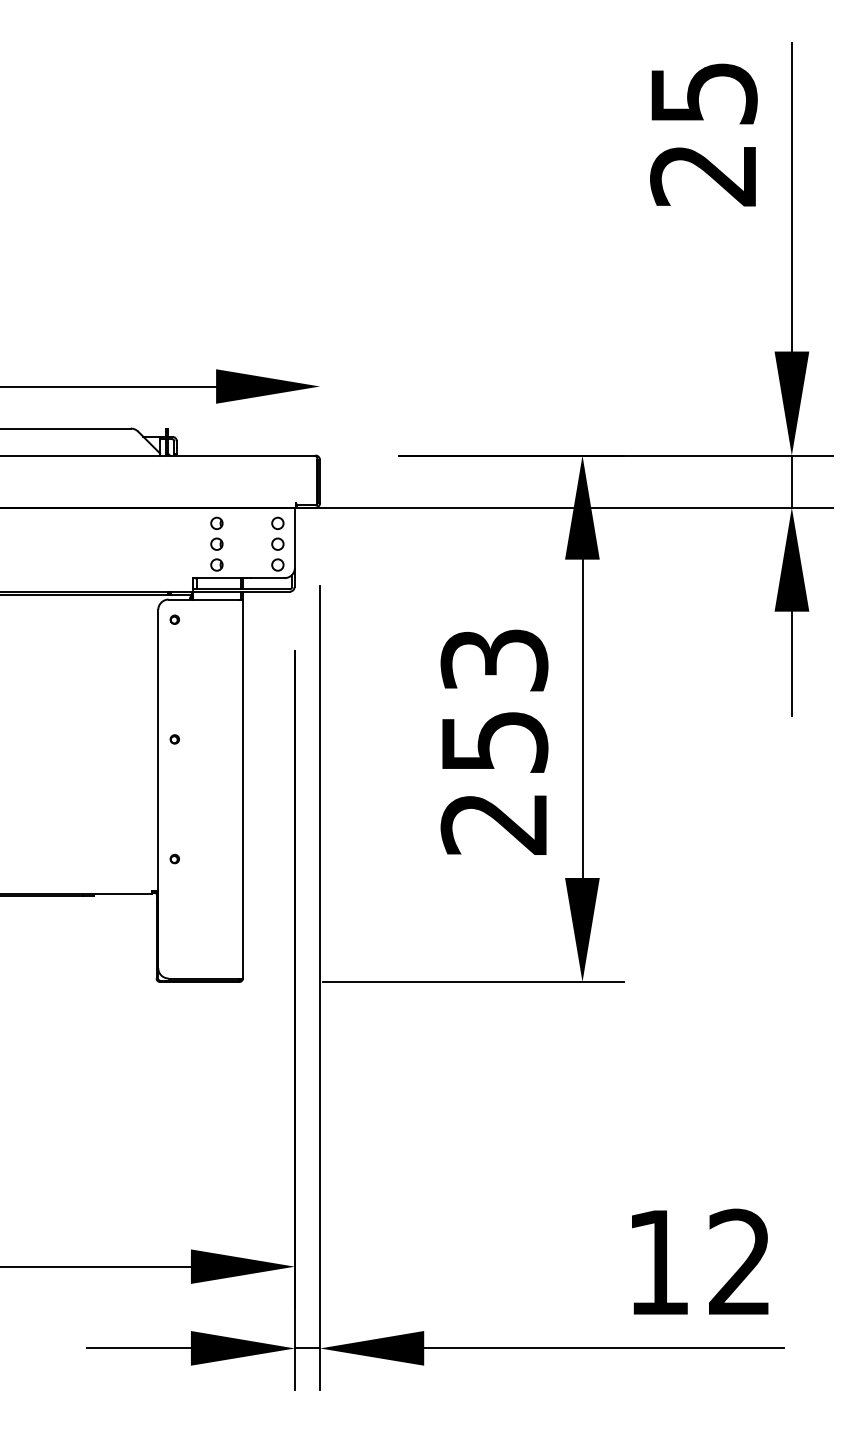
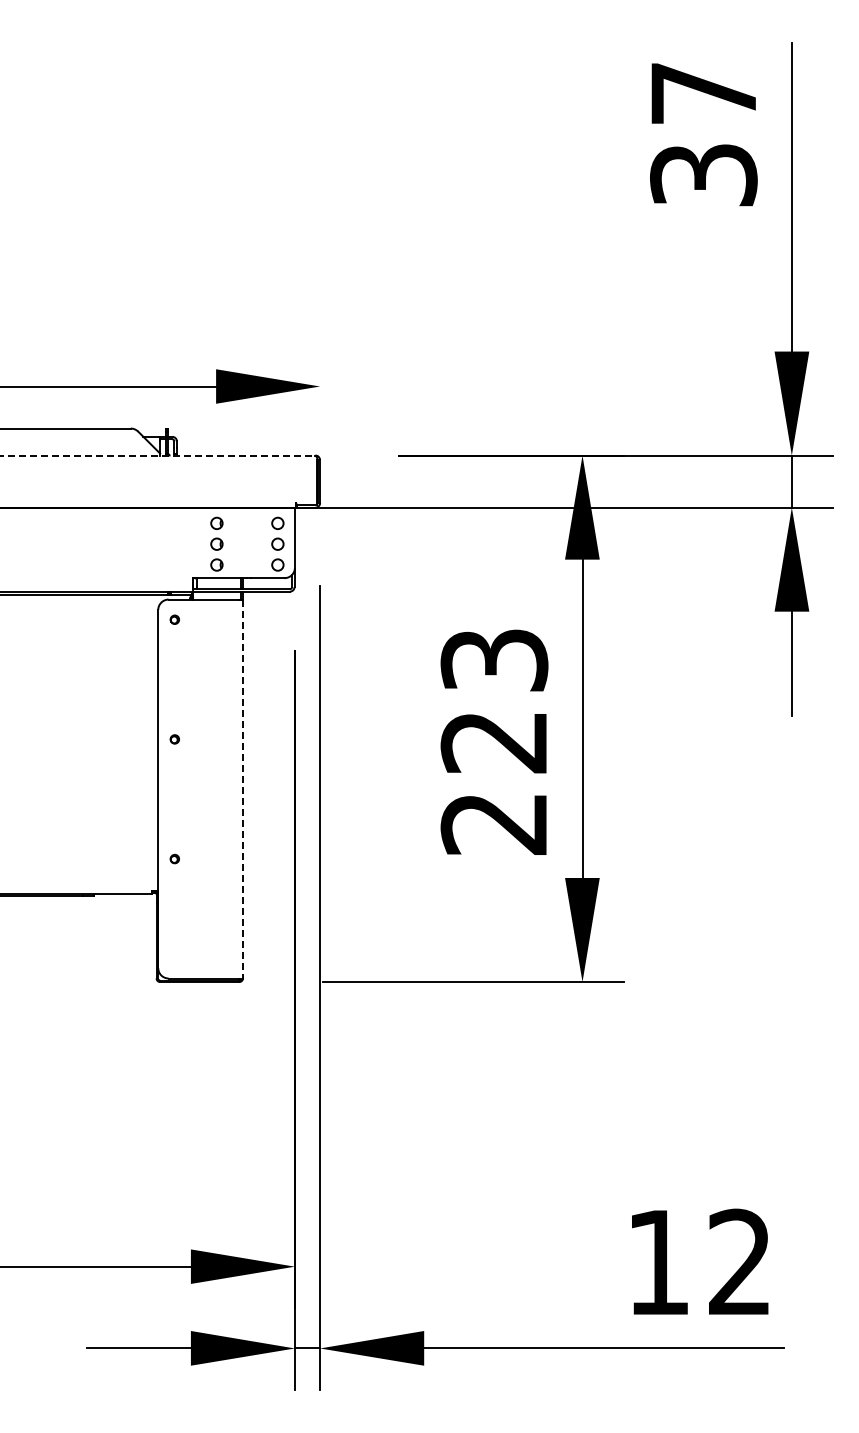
text at (703, 134): 25 -> 37
line at (158, 455): solid -> dashed
text at (494, 742): 253 -> 223
line at (242, 789): solid -> dashed
